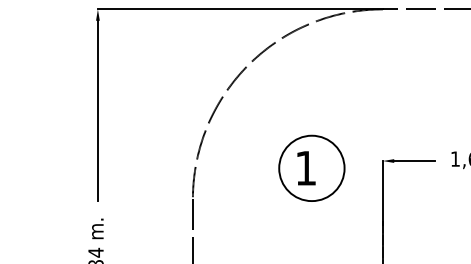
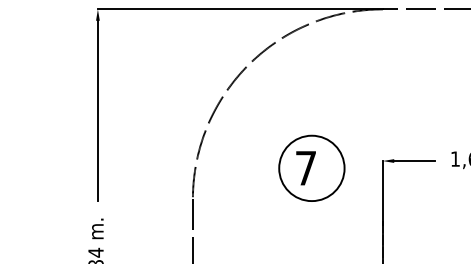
text at (305, 168): 1 -> 7
